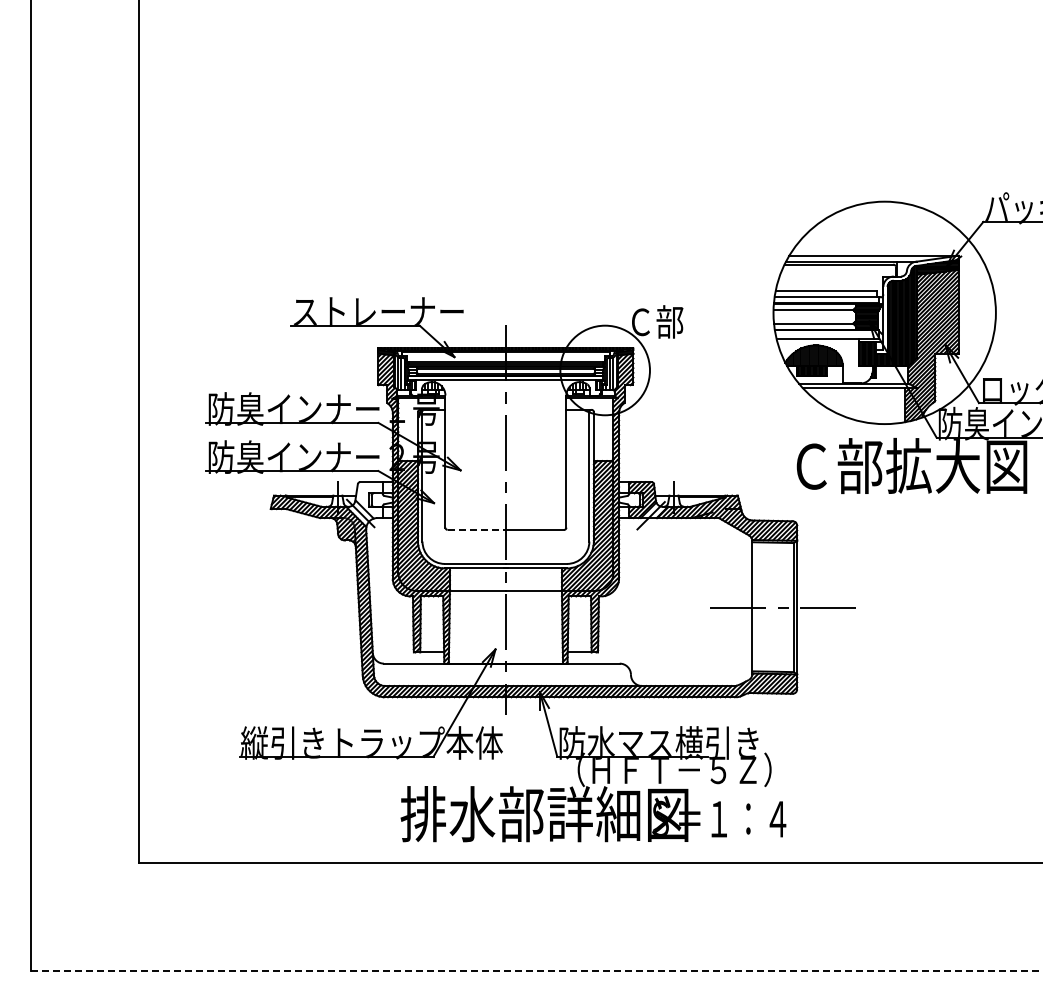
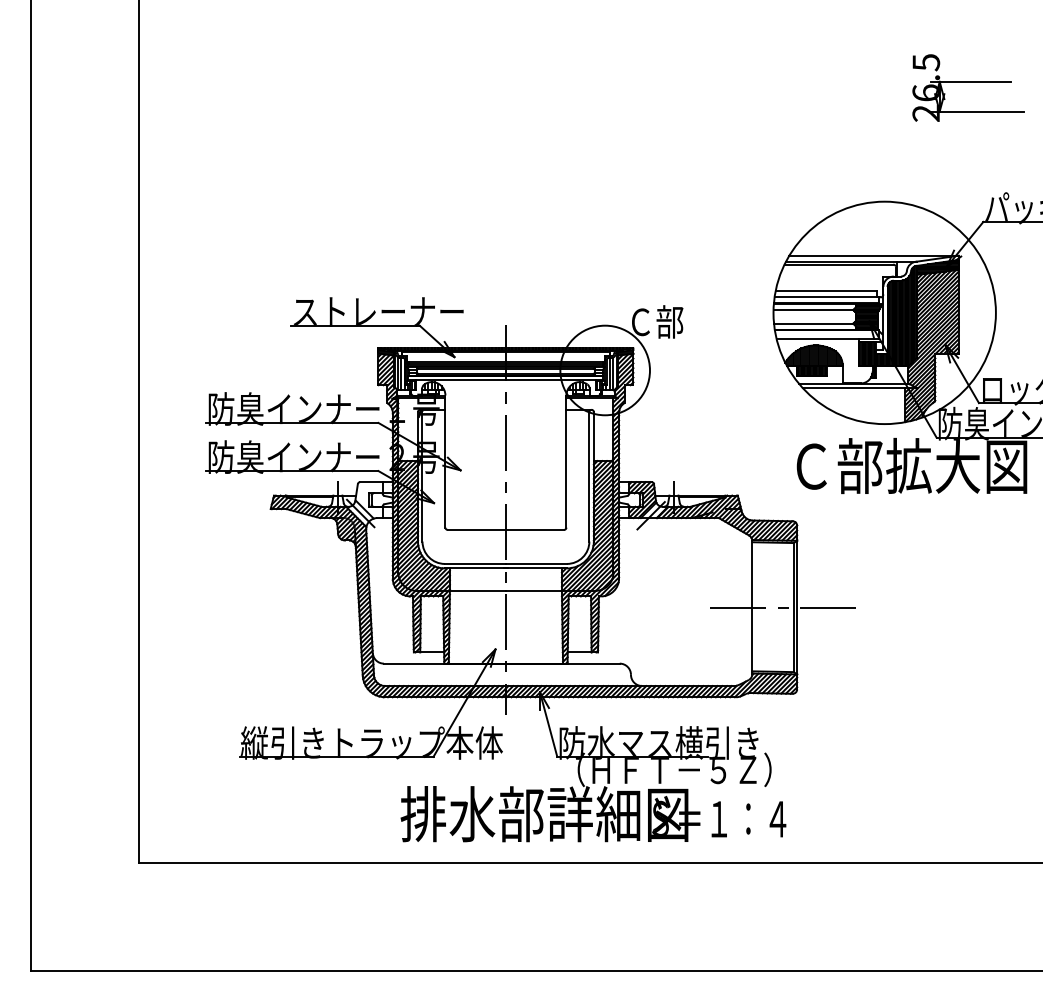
part at (968, 87): none -> present
line at (477, 529): dashed -> solid
line at (537, 970): dashed -> solid
